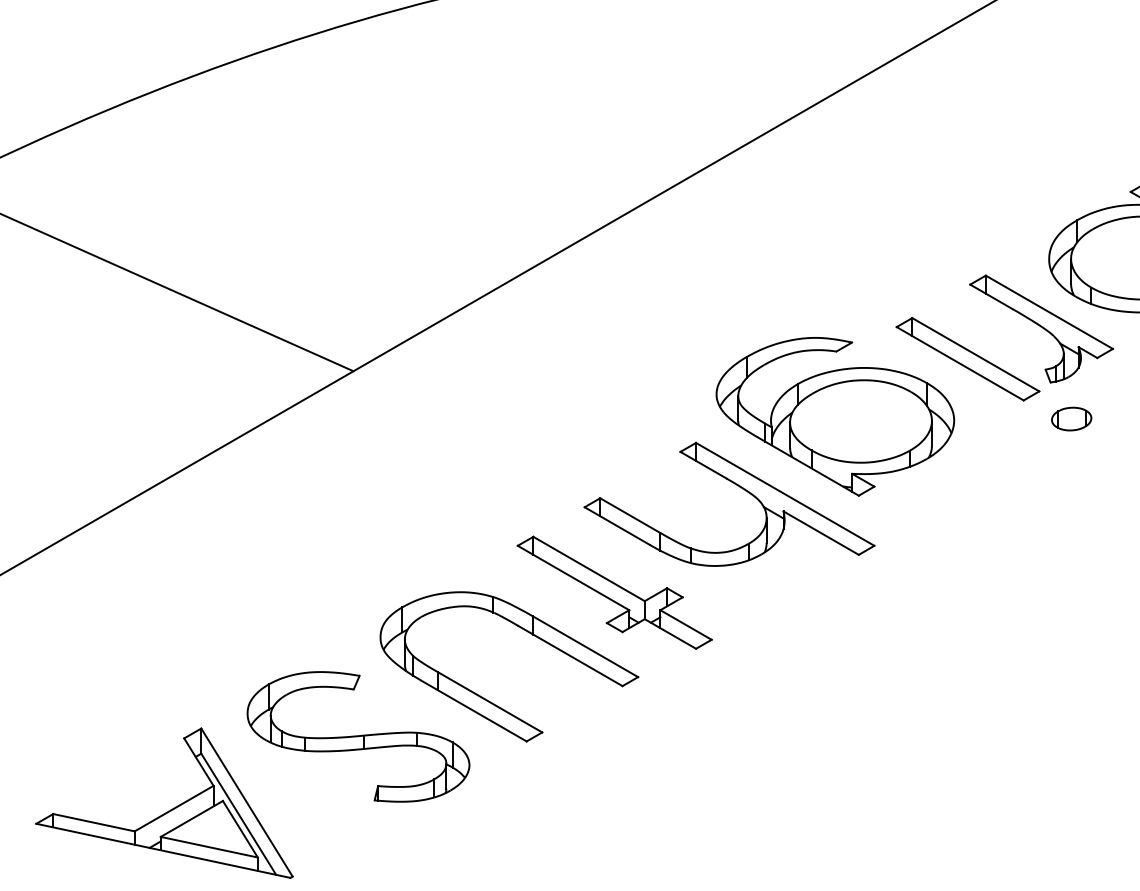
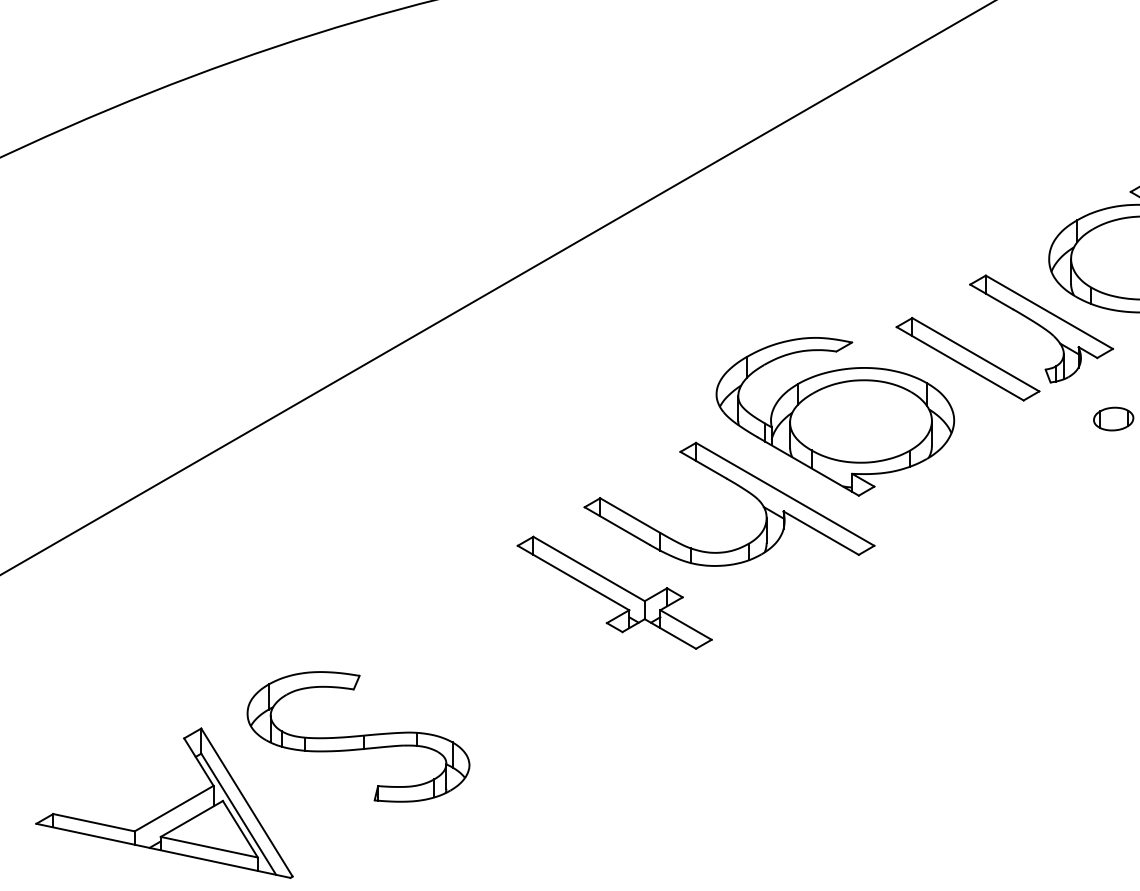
line at (177, 292): present -> none
part at (1071, 418) position: (1071, 418) -> (1113, 418)
part at (527, 632): present -> none
